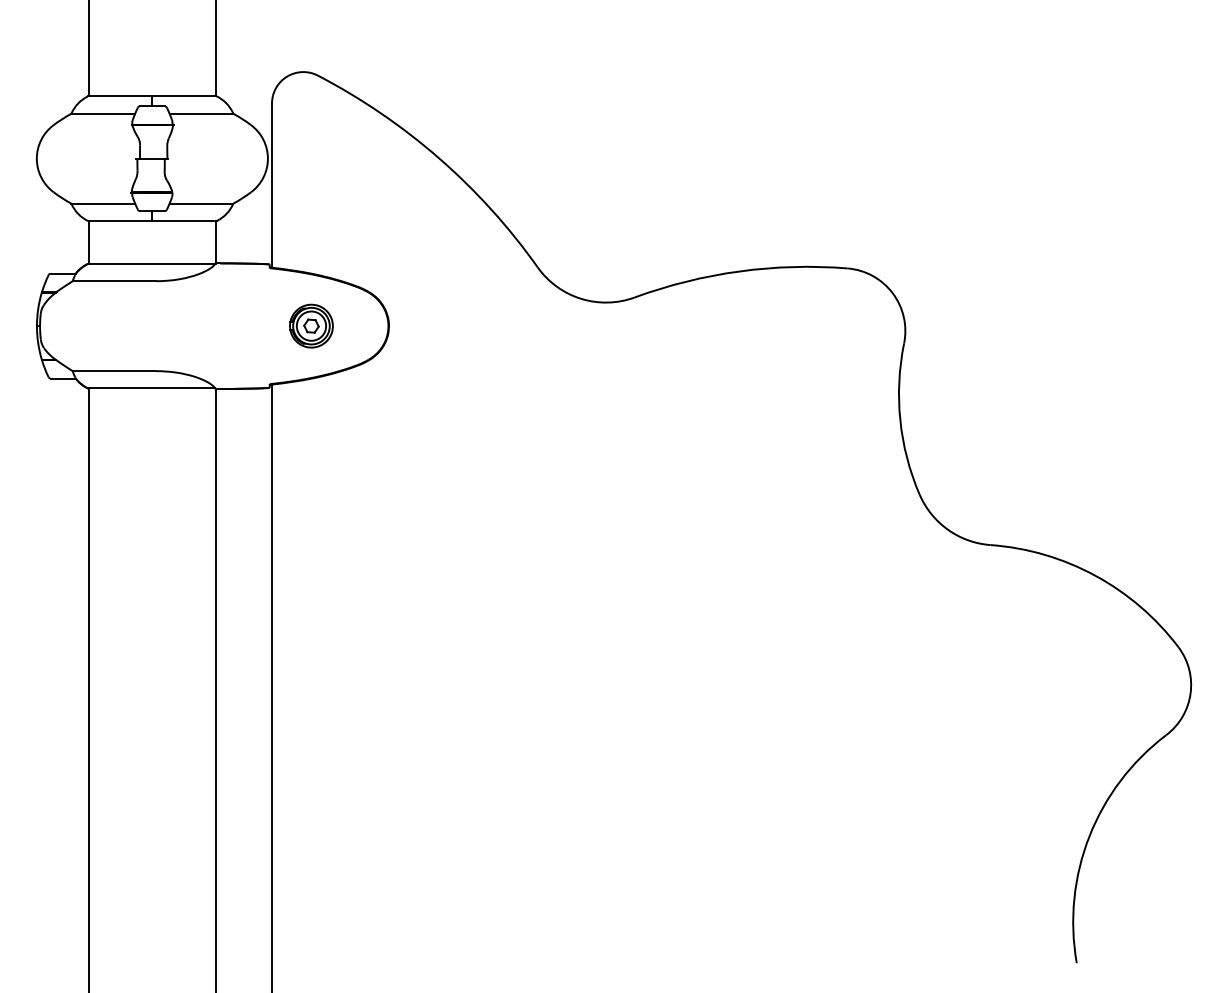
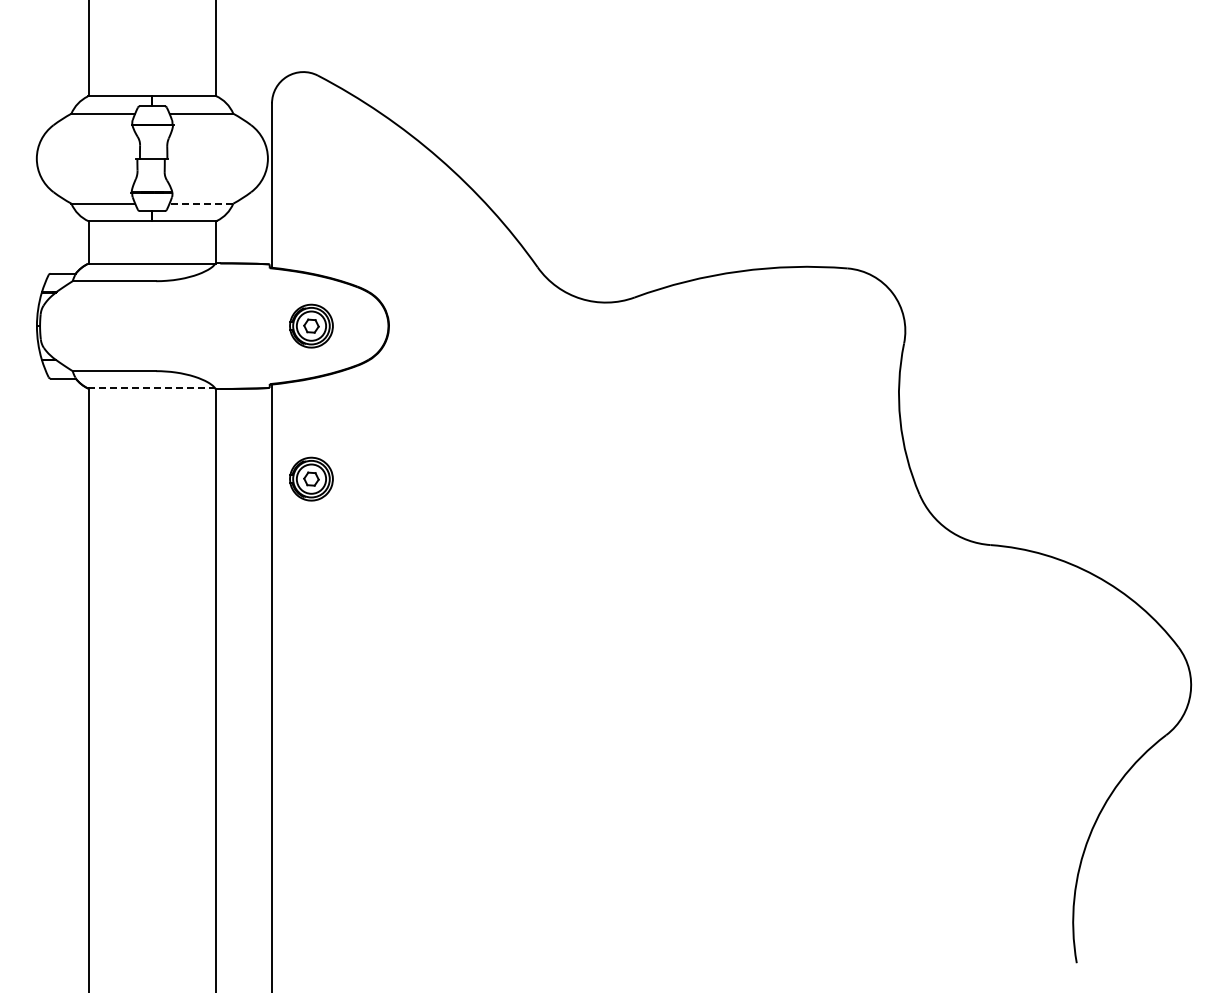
line at (201, 203): solid -> dashed
line at (152, 388): solid -> dashed
part at (311, 478): none -> present
